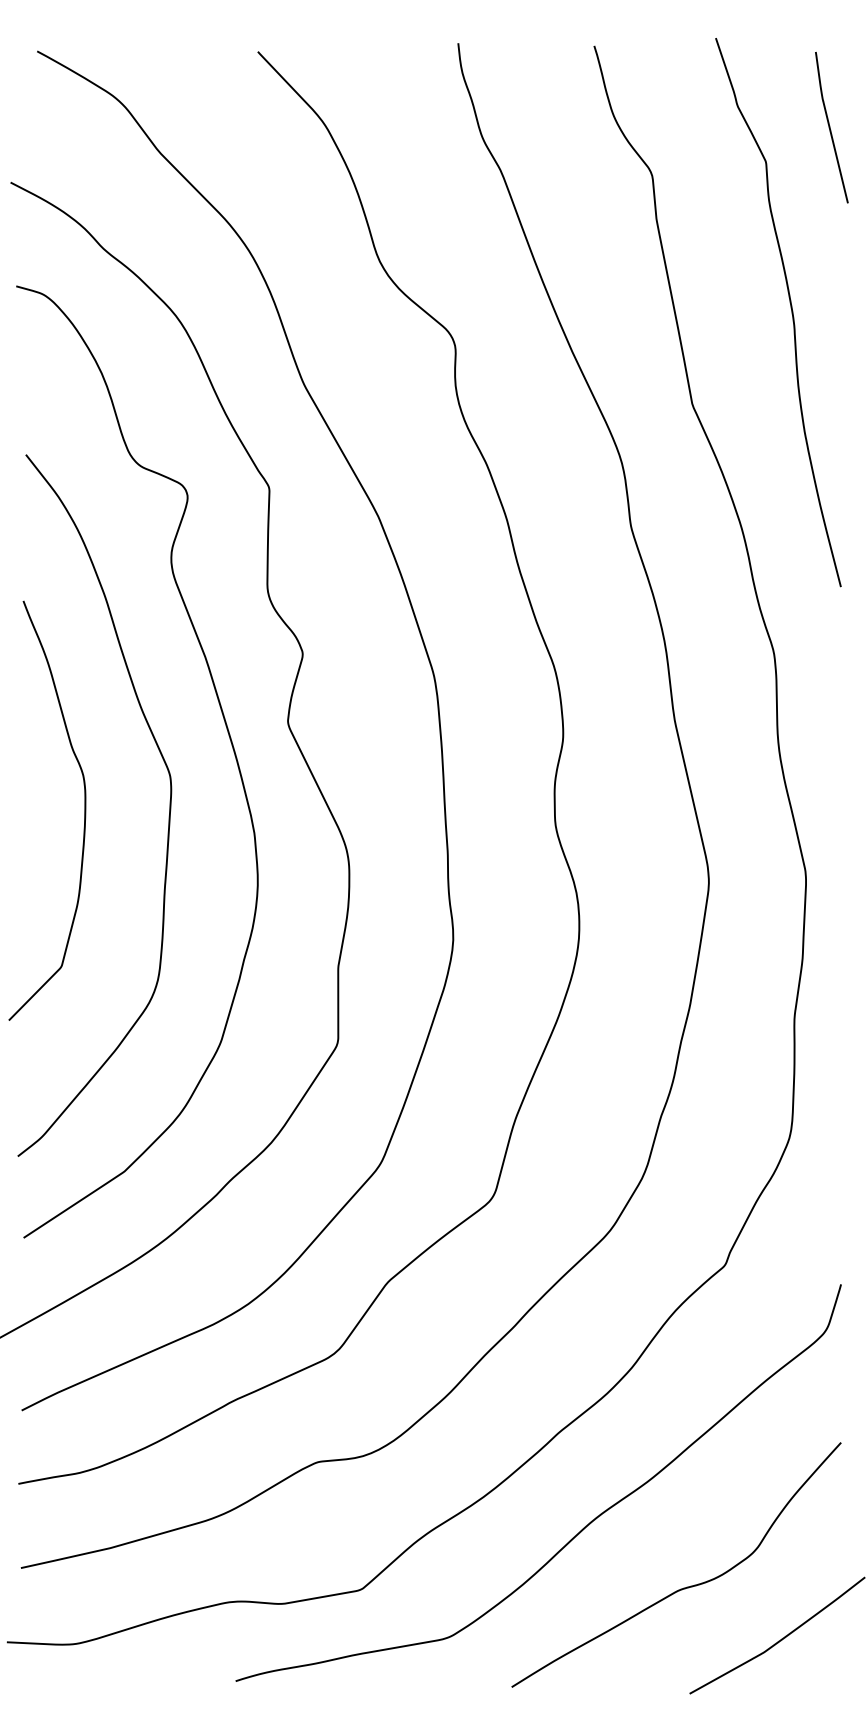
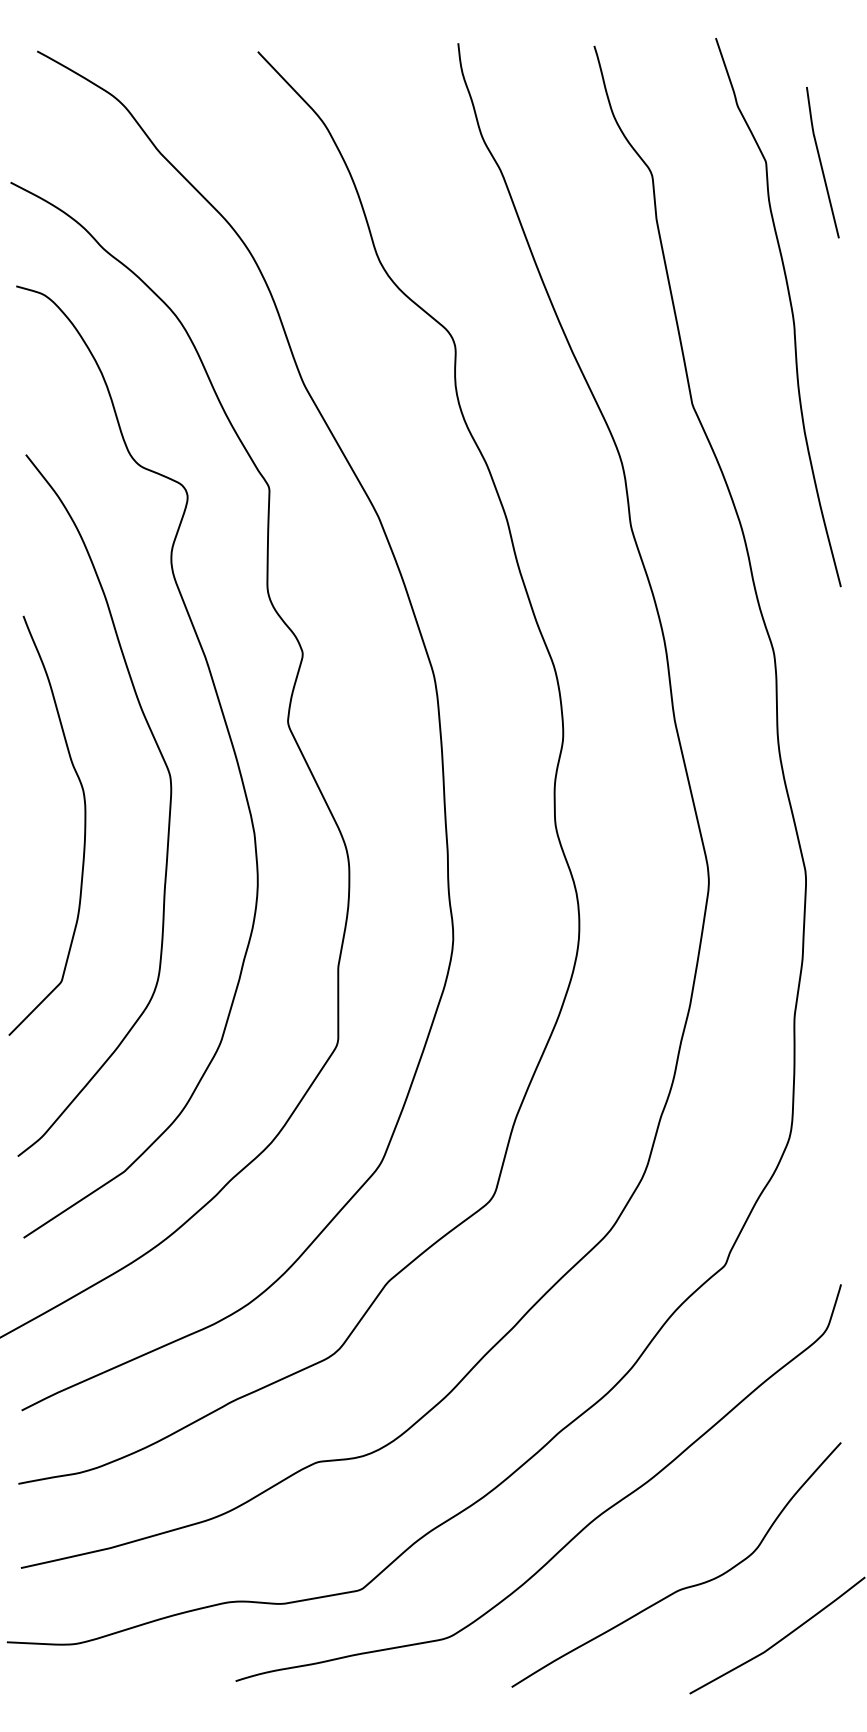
curve at (830, 127) position: (830, 127) -> (821, 162)
curve at (84, 810) position: (84, 810) -> (84, 825)
